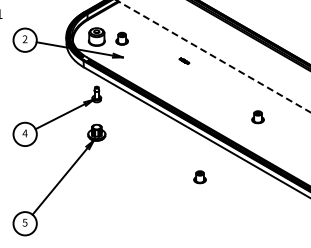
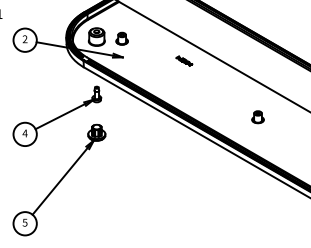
line at (212, 55): dashed -> solid
part at (184, 60) size: 13x8 px -> 19x12 px
part at (199, 177): present -> none
